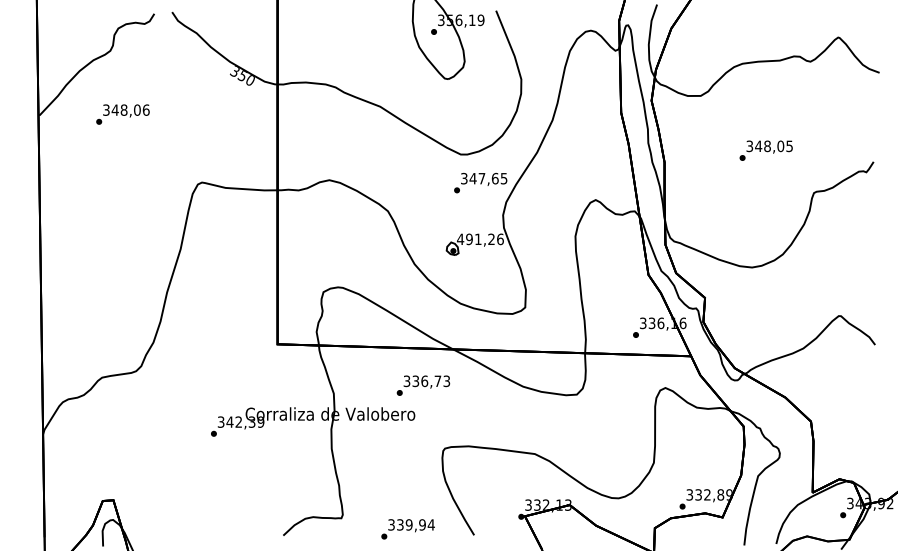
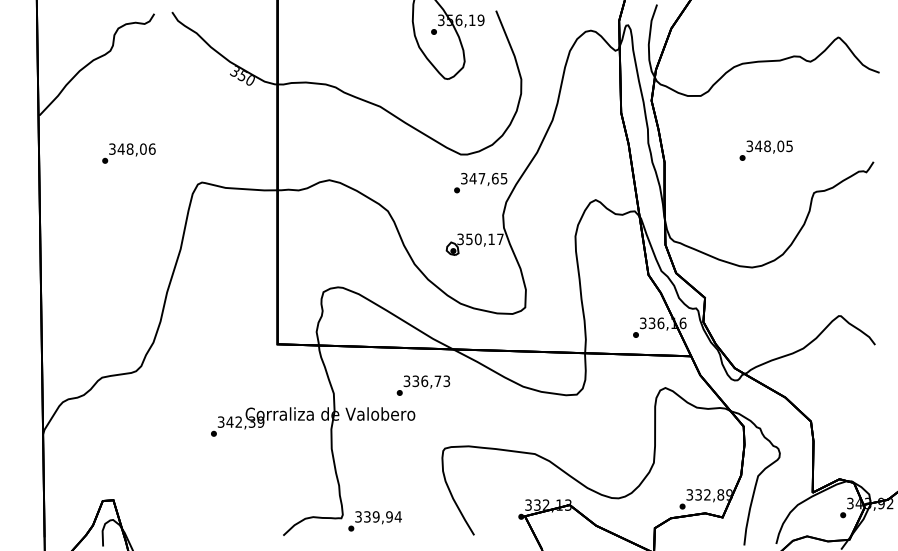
text at (122, 114) position: (122, 114) -> (128, 153)
text at (480, 239): 491,26 -> 350,17
text at (407, 529) position: (407, 529) -> (374, 521)
